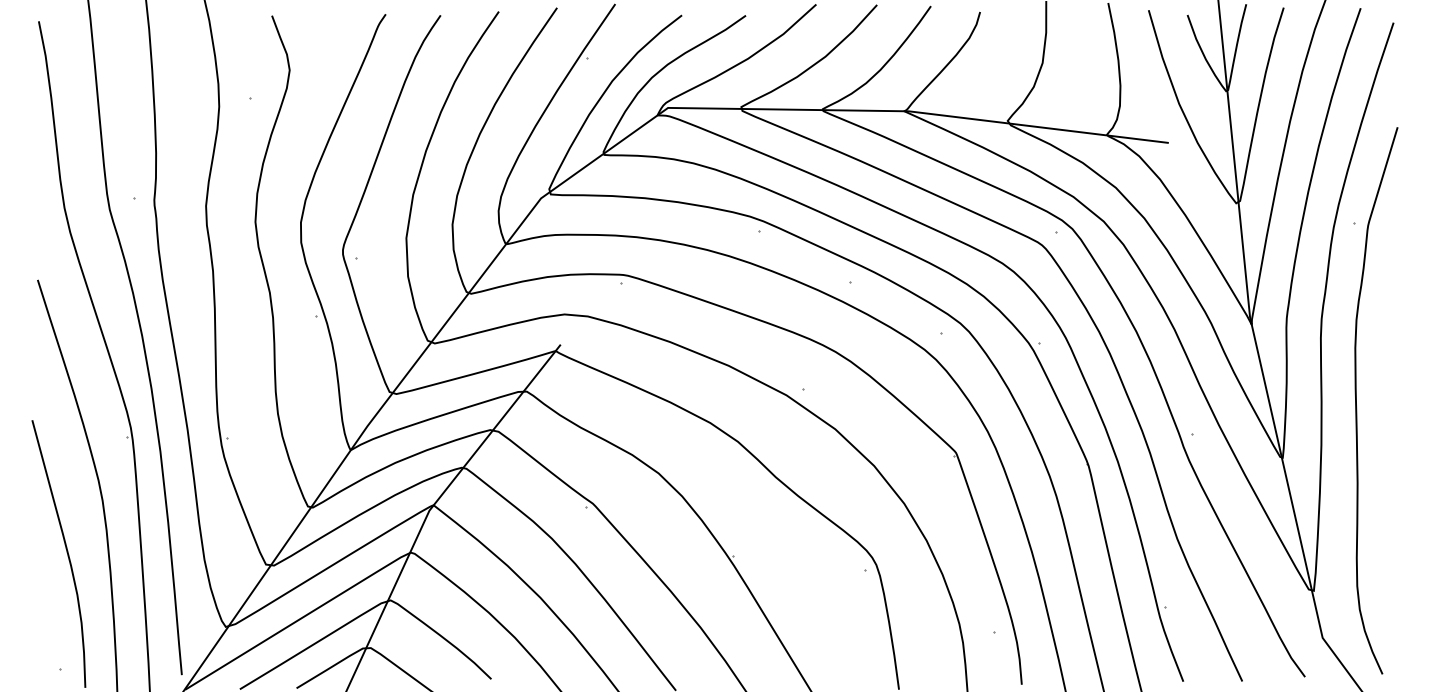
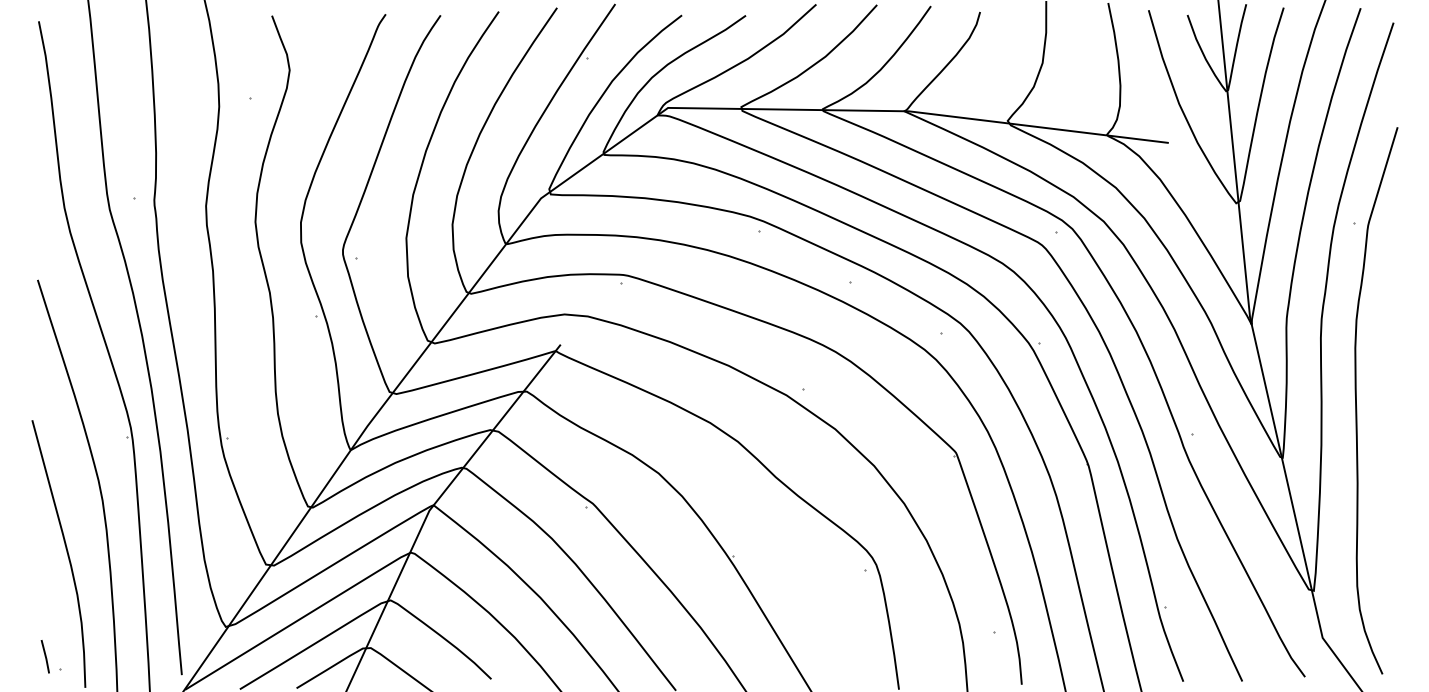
line at (44, 656): none -> present
